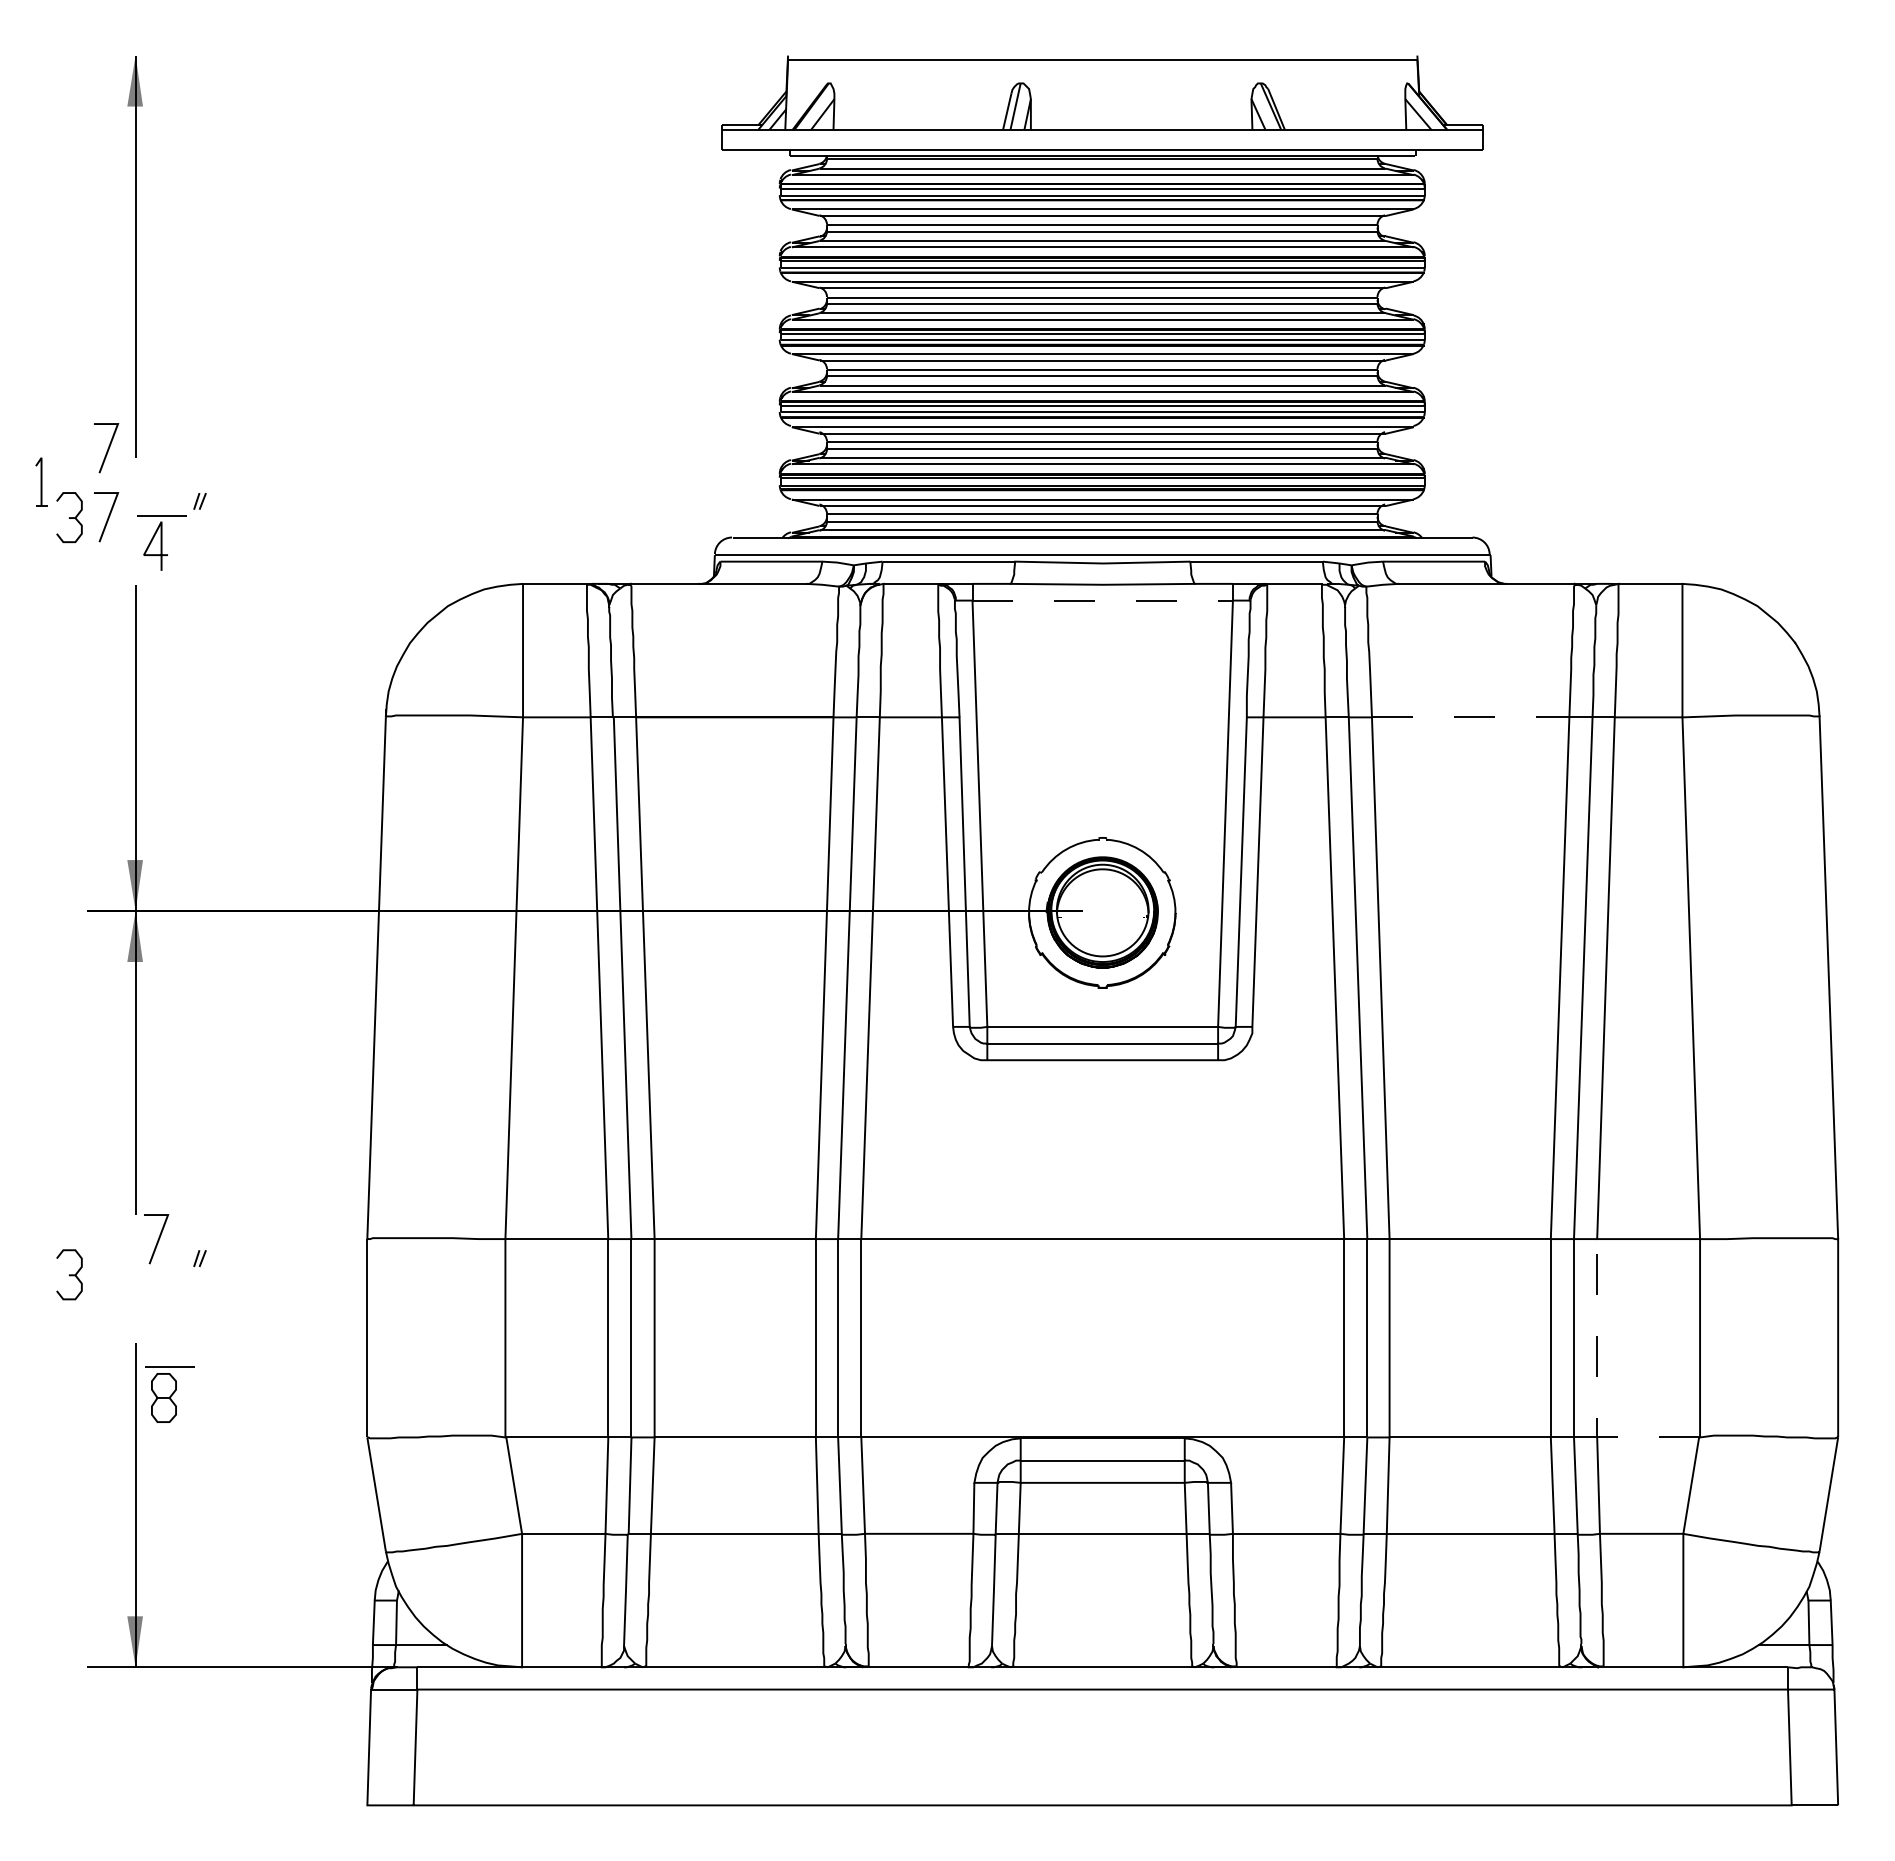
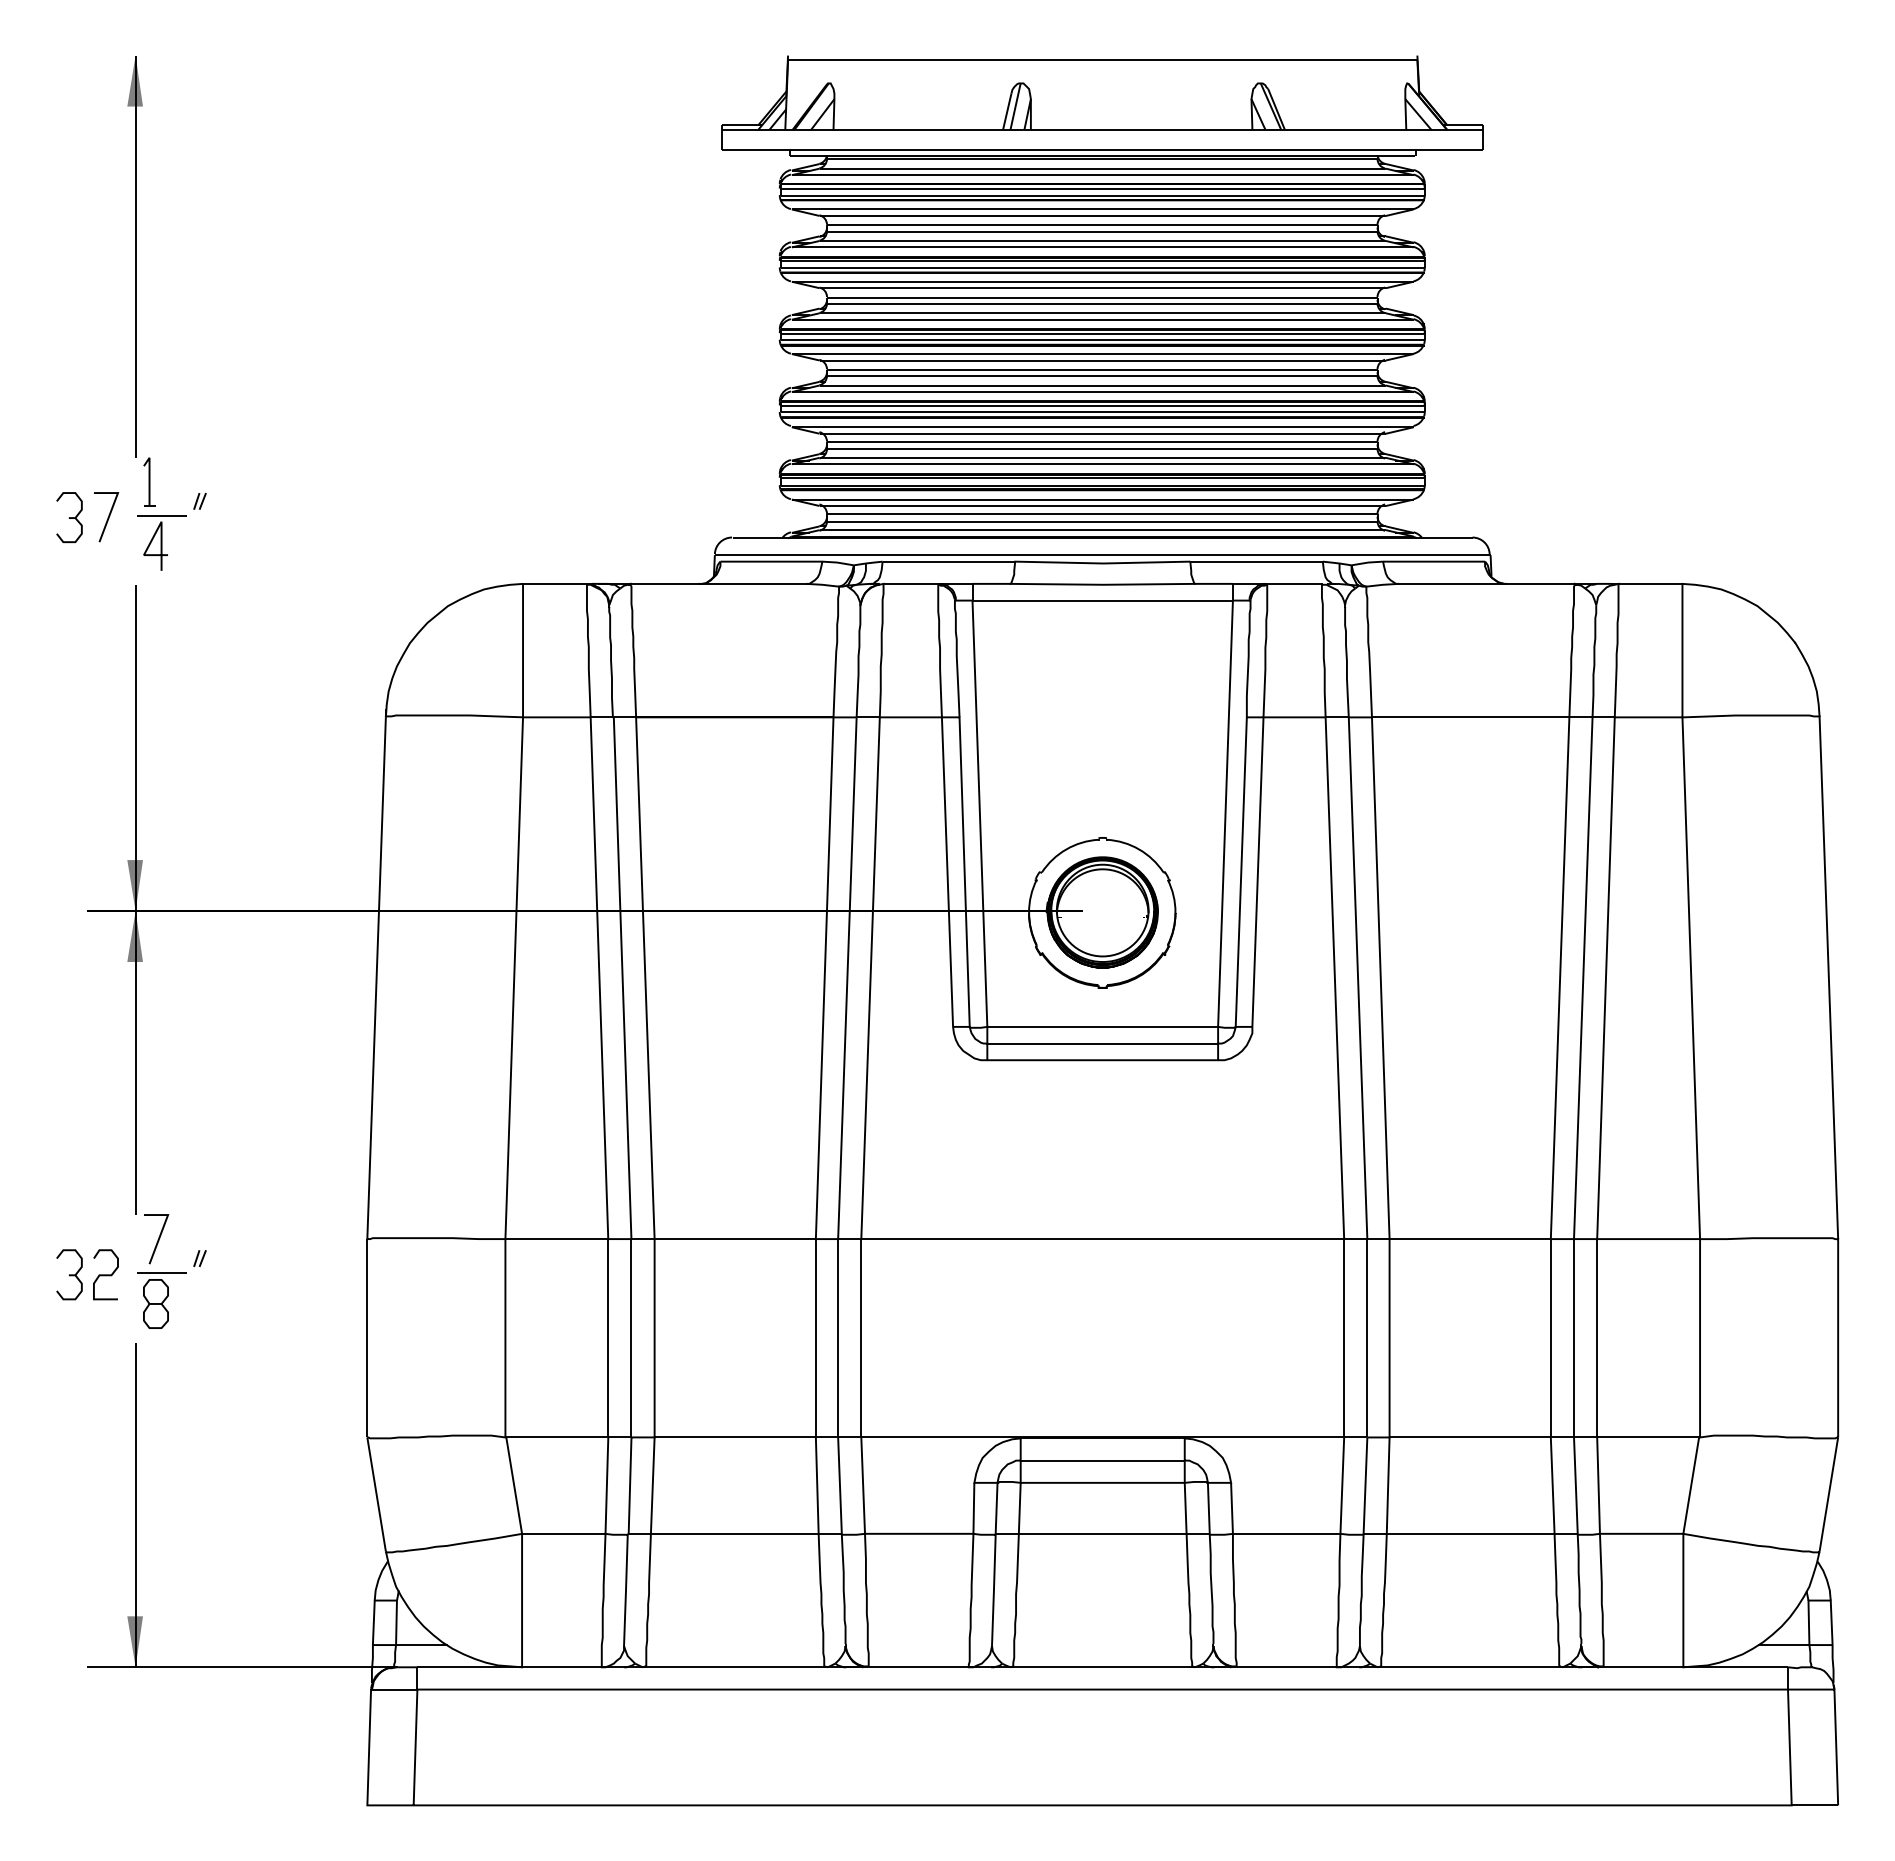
line at (107, 448): present -> none
part at (41, 481) position: (41, 481) -> (149, 481)
line at (1103, 600): dashed -> solid
line at (1470, 717): dashed -> solid
curve at (105, 1274): none -> present
line at (1597, 1390): dashed -> solid
part at (169, 1394) position: (169, 1394) -> (161, 1300)
